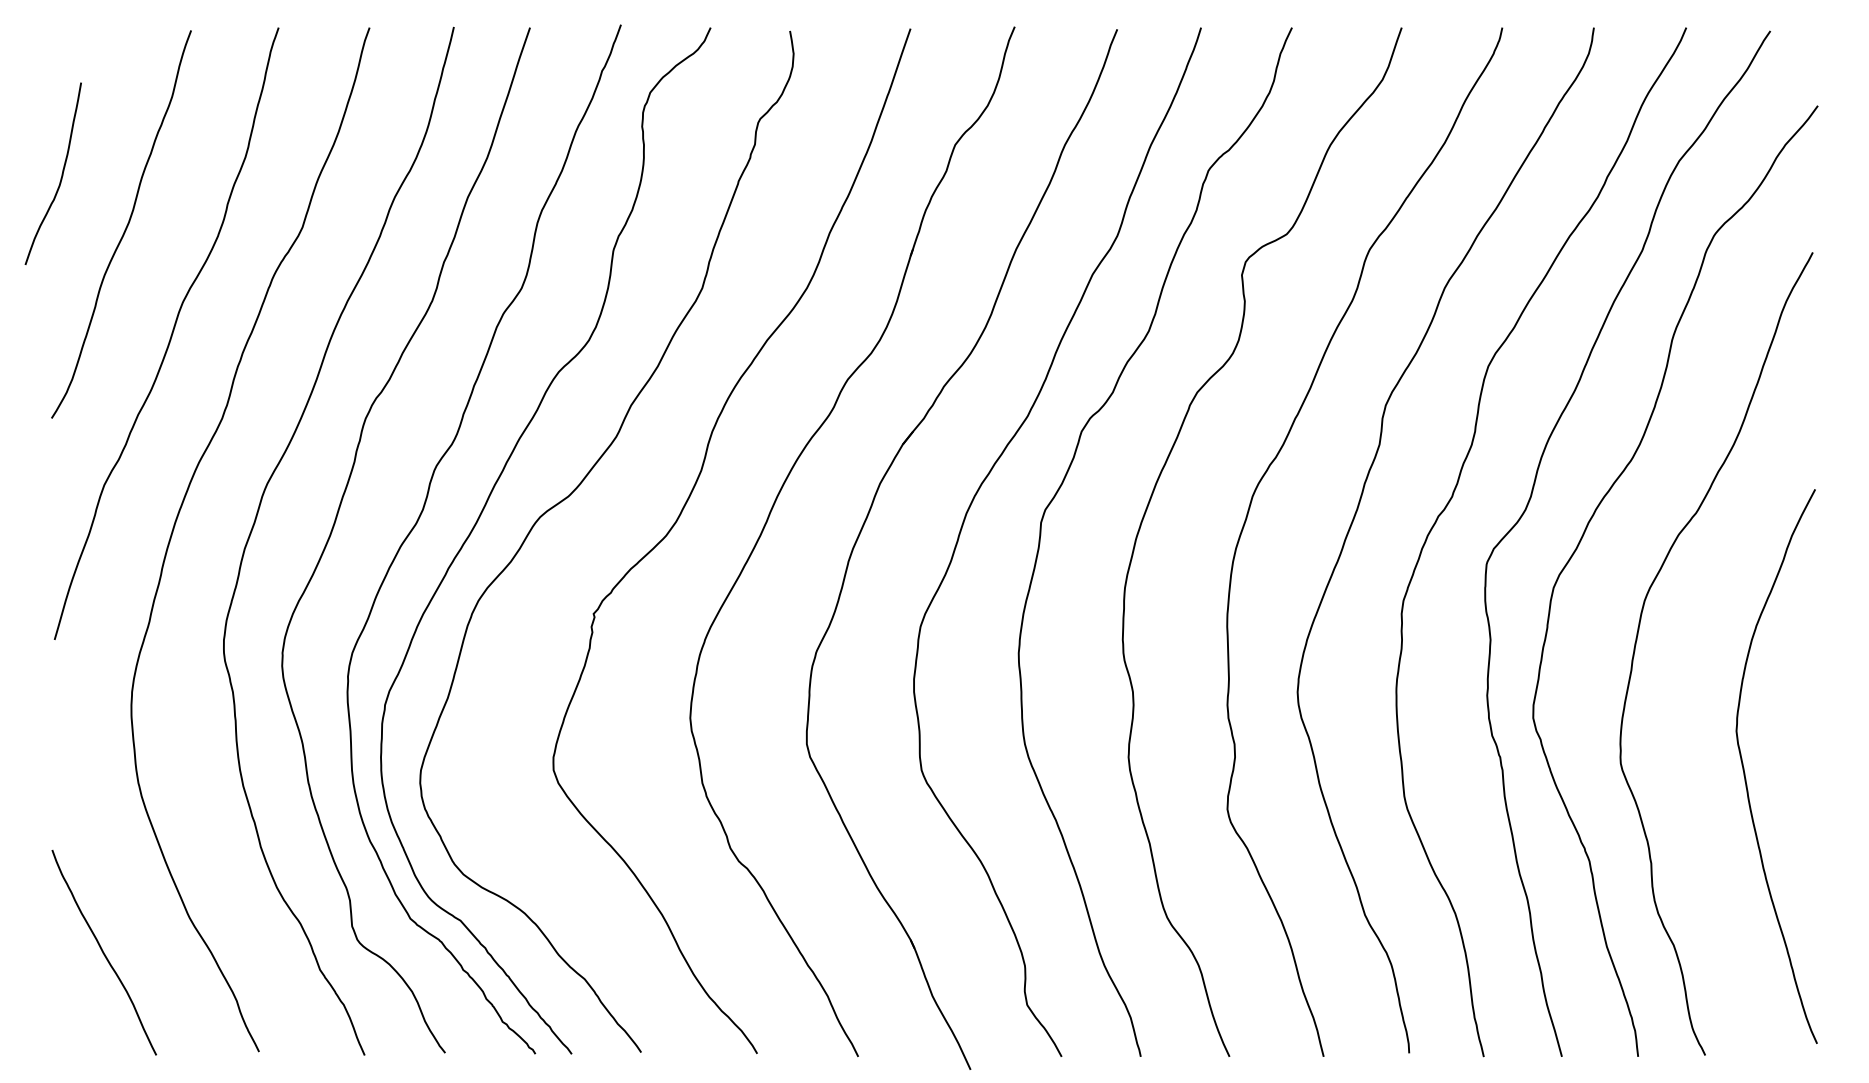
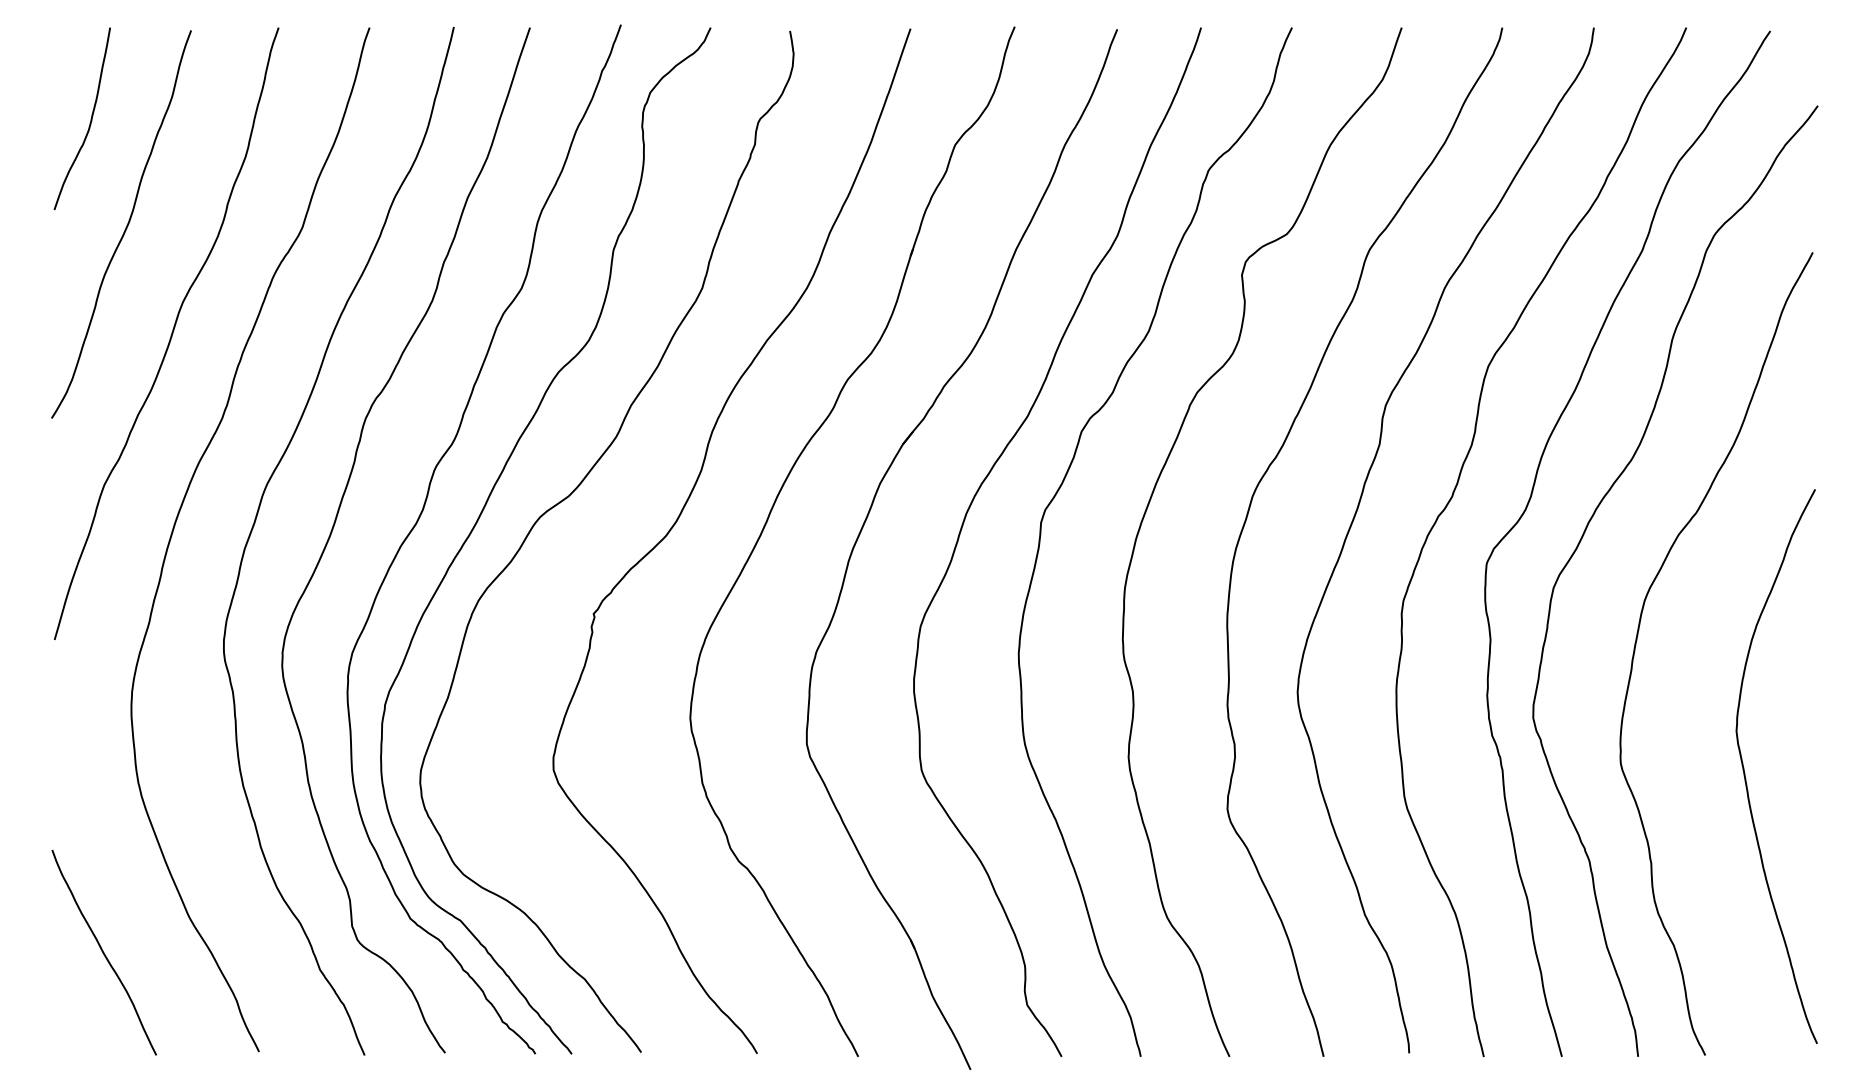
curve at (61, 173) position: (61, 173) -> (90, 118)
